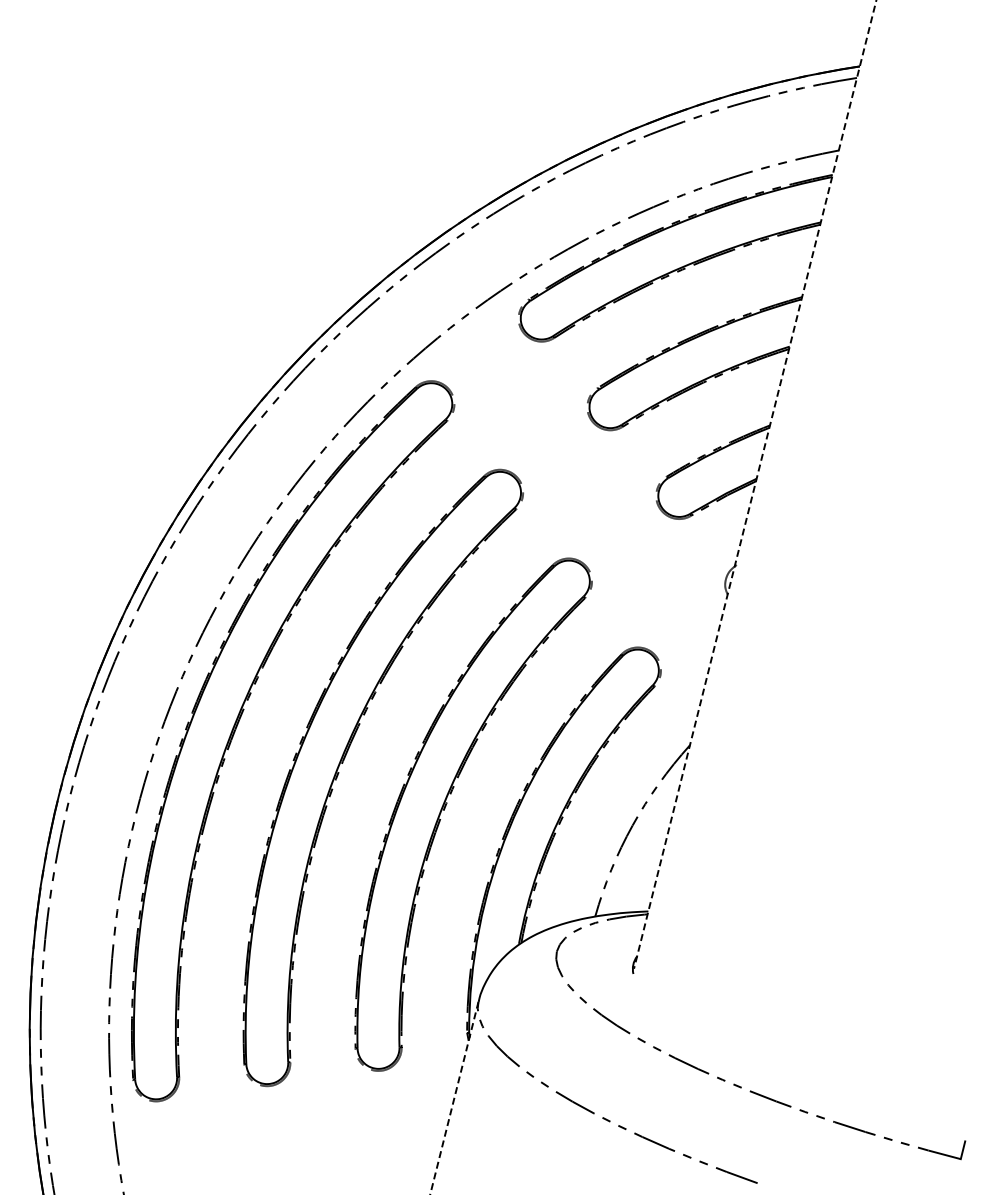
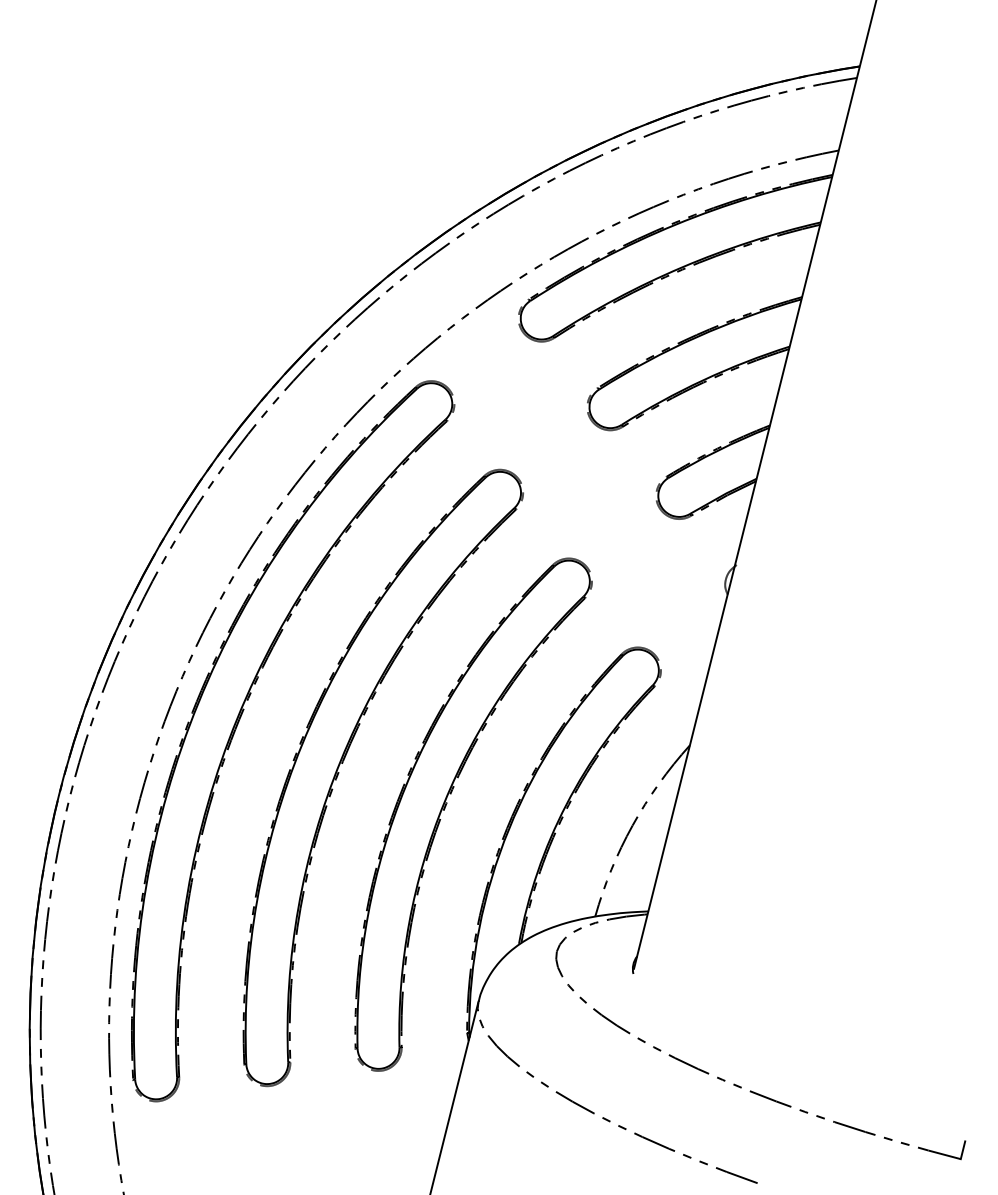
line at (755, 484): dashed -> solid
line at (454, 1098): dashed -> solid
